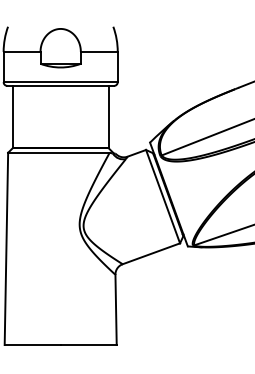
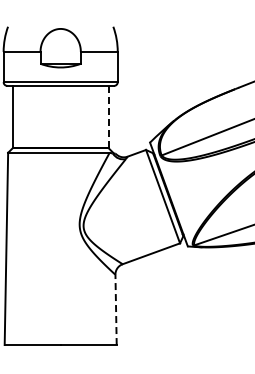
line at (108, 116): solid -> dashed
line at (116, 309): solid -> dashed
